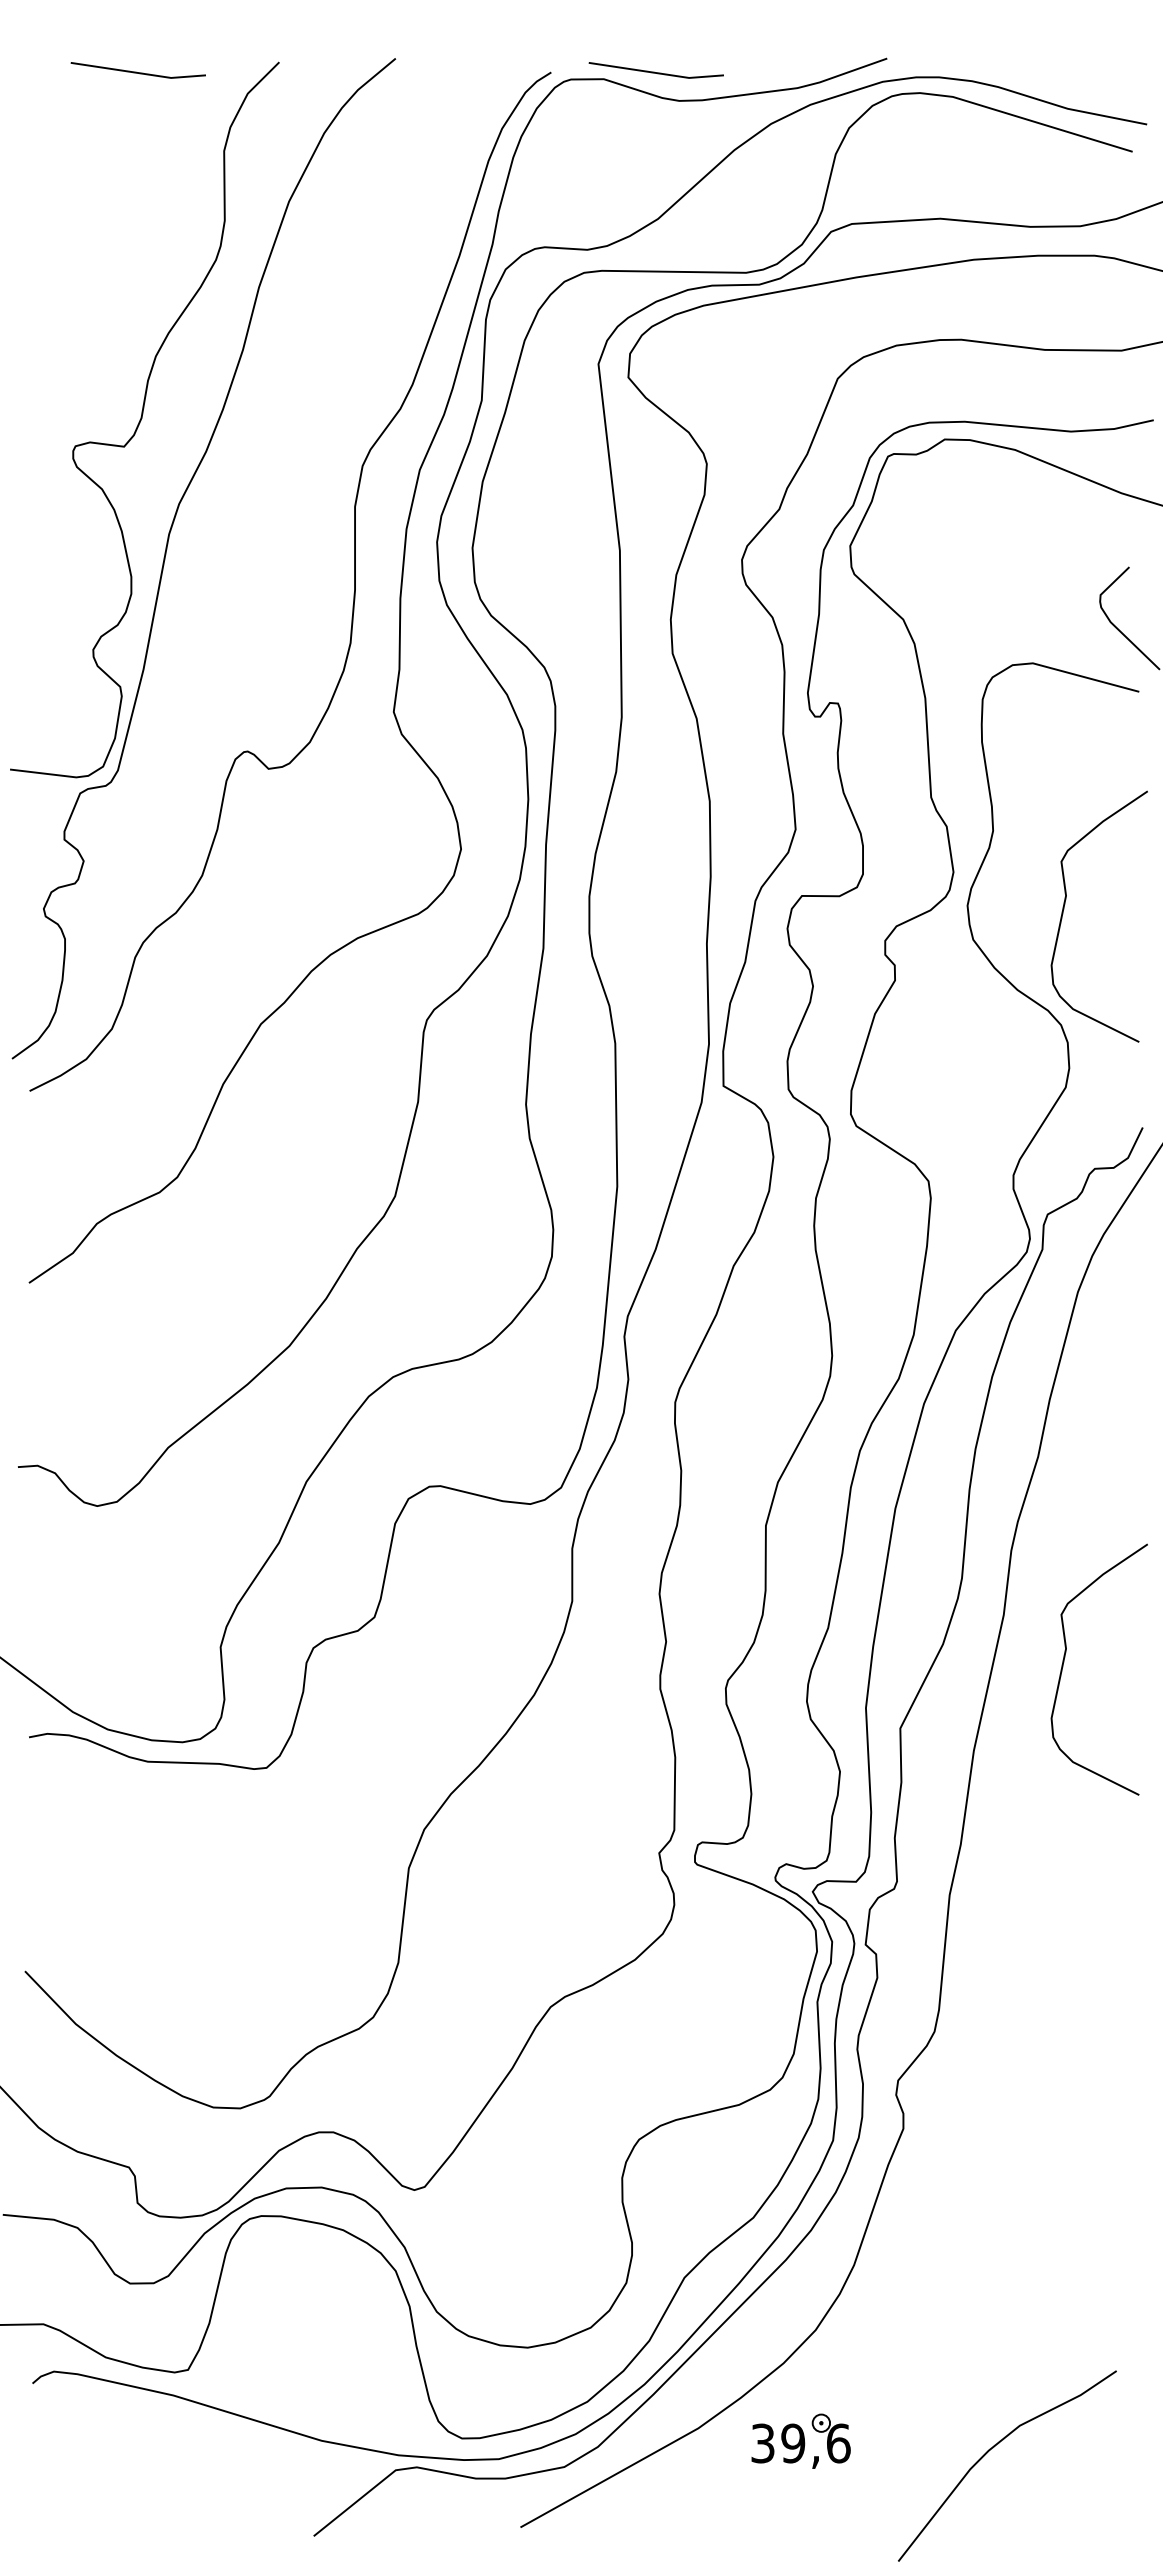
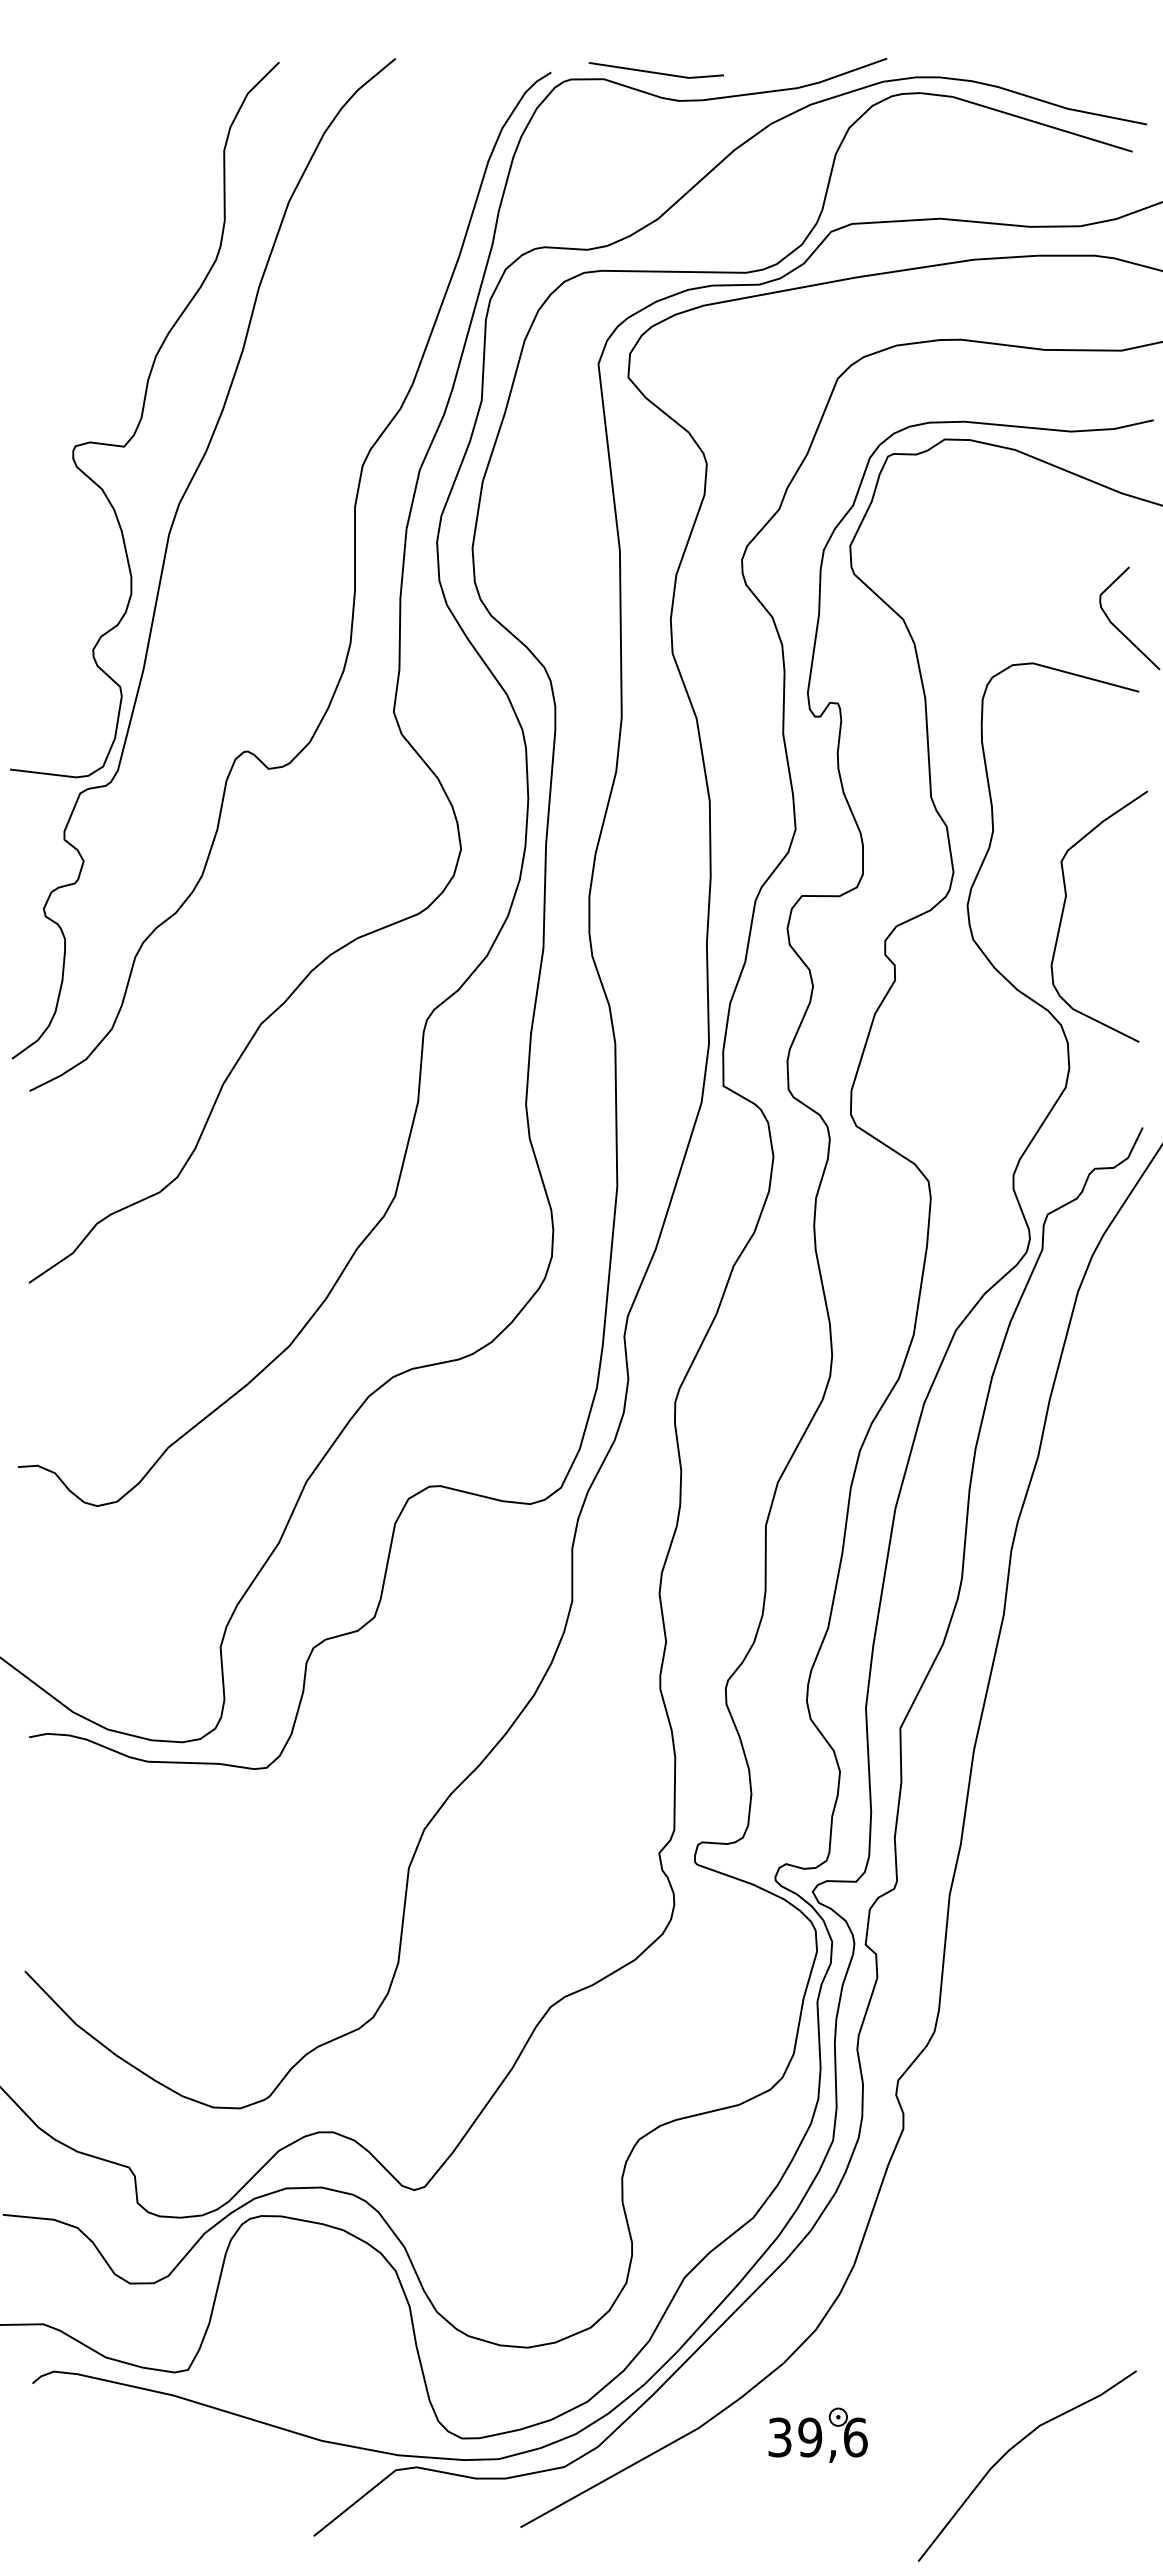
line at (136, 71): present -> none
curve at (1064, 1662): present -> none
part at (800, 2440) position: (800, 2440) -> (817, 2434)
curve at (993, 2448) position: (993, 2448) -> (1013, 2448)
